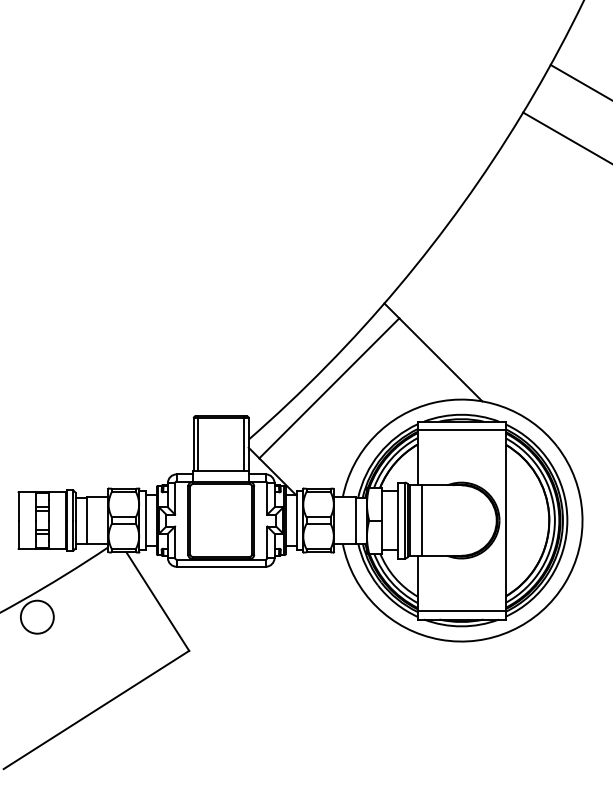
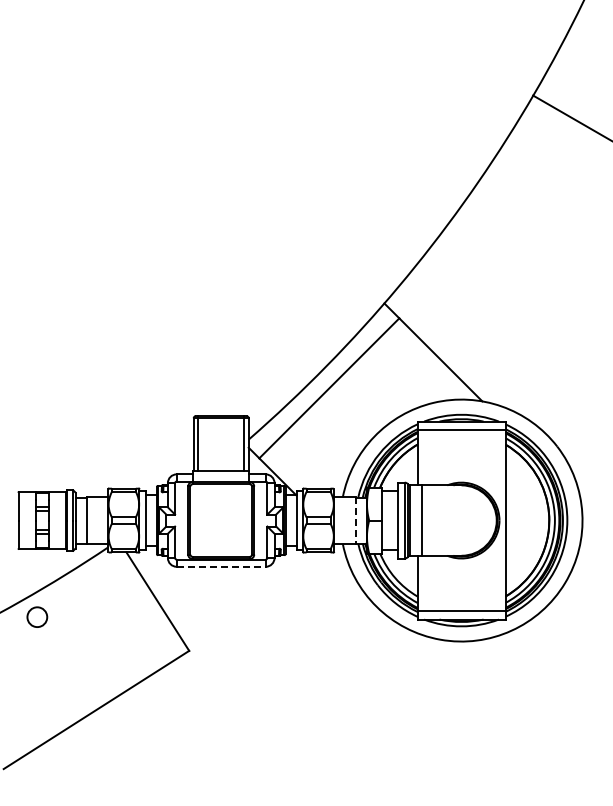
line at (579, 81): present -> none
line at (566, 137) position: (566, 137) -> (571, 117)
line at (355, 521): solid -> dashed
line at (221, 566): solid -> dashed
circle at (36, 616) diameter: 33 px -> 20 px
